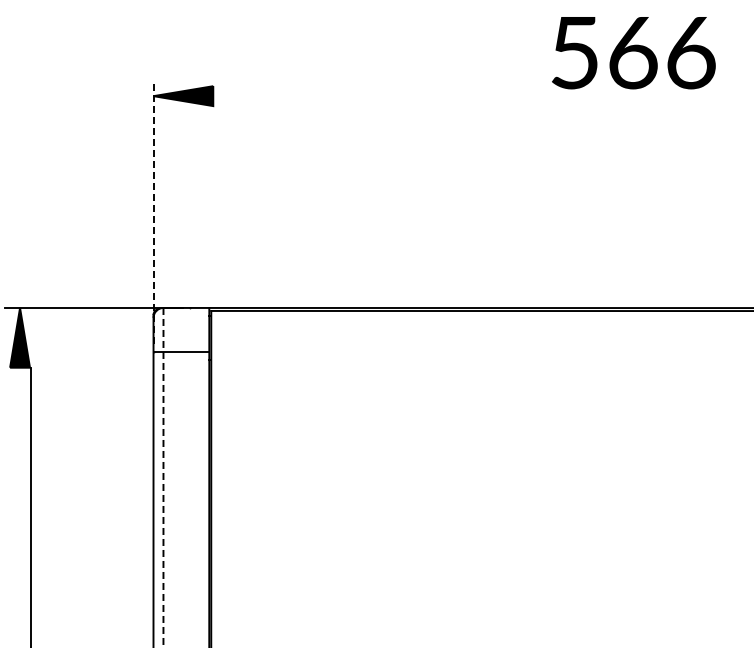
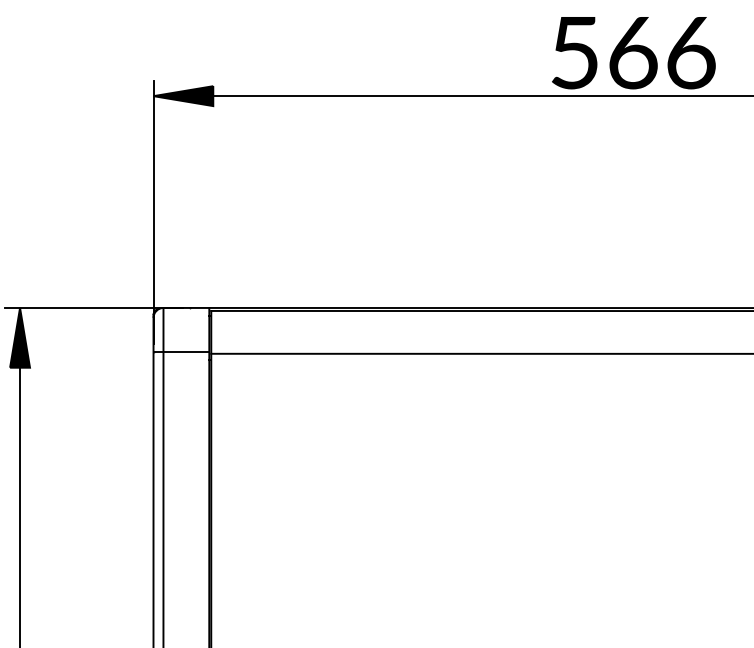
line at (481, 96): none -> present
line at (153, 212): dashed -> solid
line at (480, 353): none -> present
line at (163, 477): dashed -> solid
line at (31, 505) position: (31, 505) -> (20, 505)
